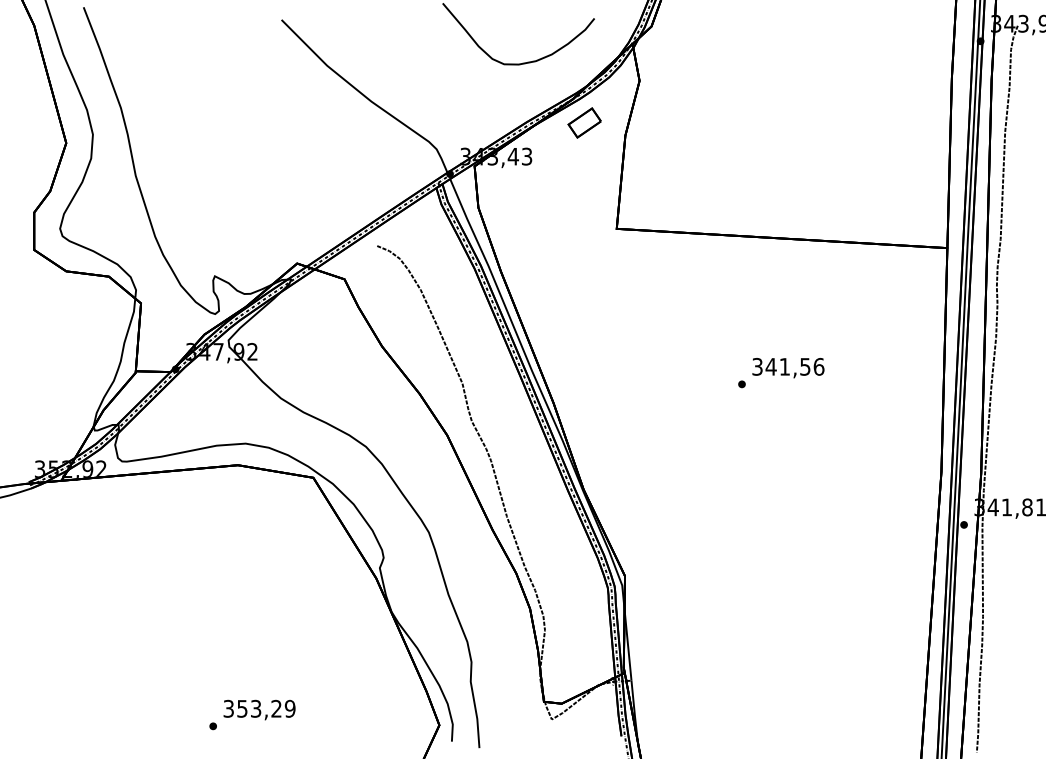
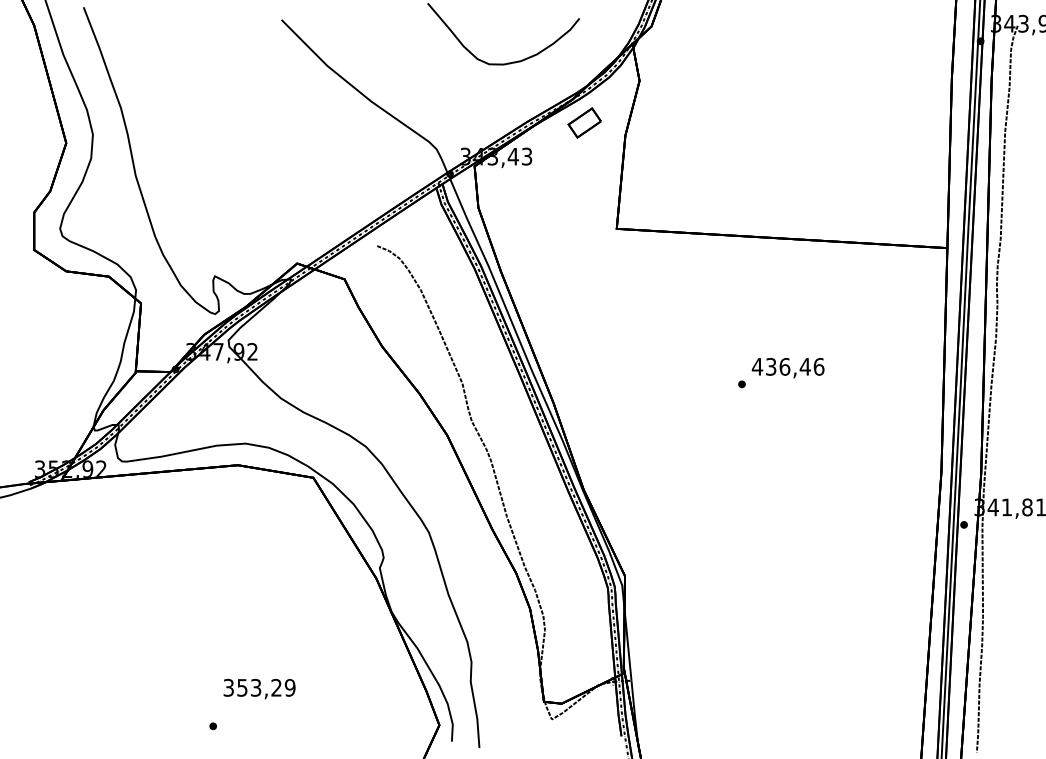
curve at (522, 62) position: (522, 62) -> (507, 62)
text at (780, 366): 341,56 -> 436,46
text at (259, 709) position: (259, 709) -> (259, 688)
